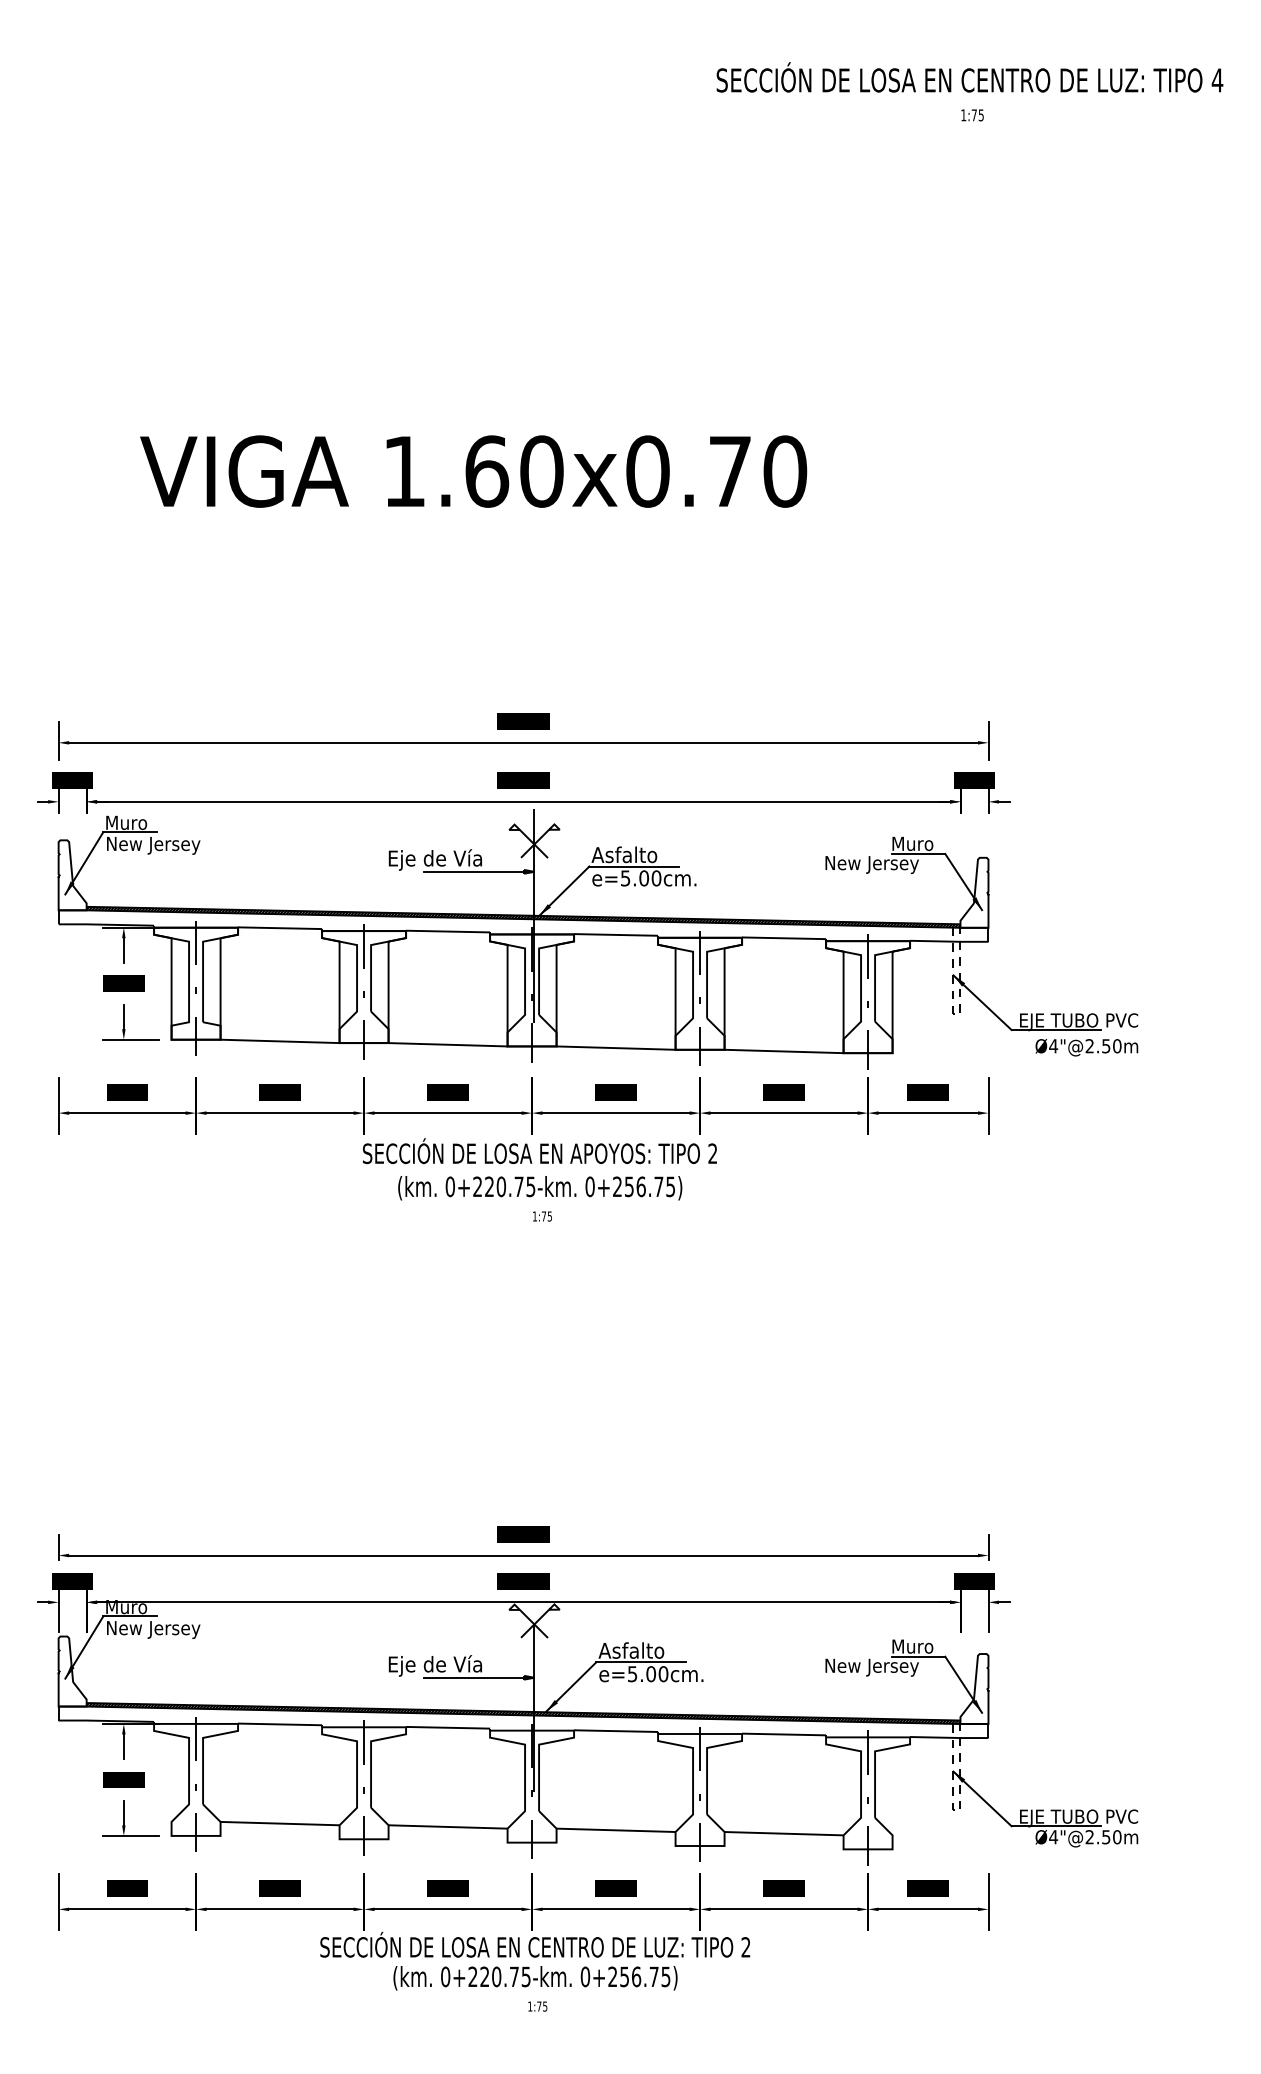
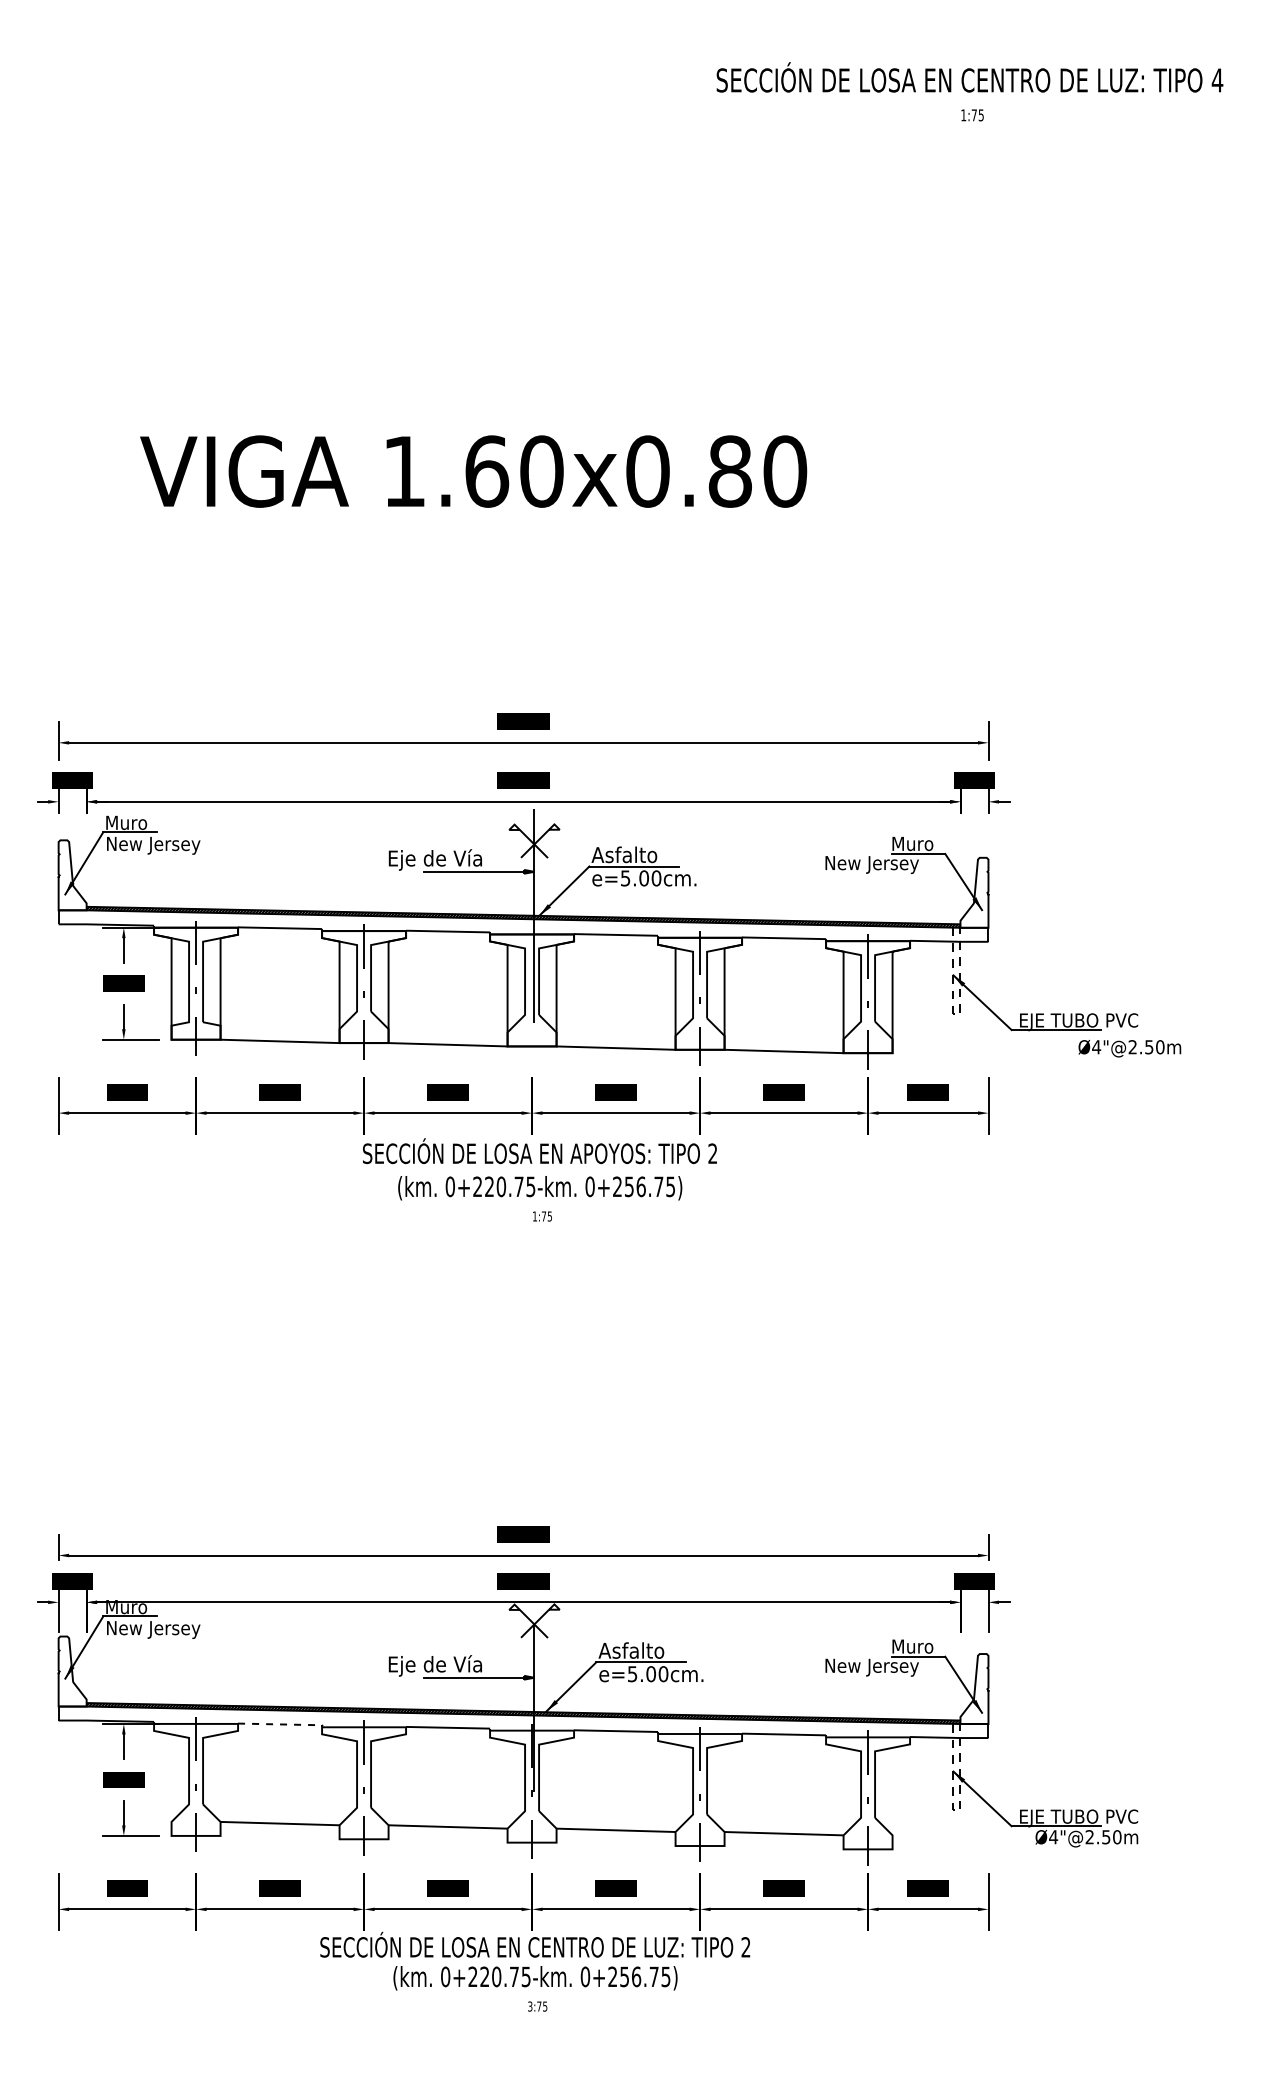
text at (729, 471): 1.60x0.70 -> 1.60x0.80
line at (532, 994): present -> none
text at (1086, 1047) position: (1086, 1047) -> (1129, 1048)
line at (279, 1724): solid -> dashed
text at (530, 2006): 1:75 -> 3:75
